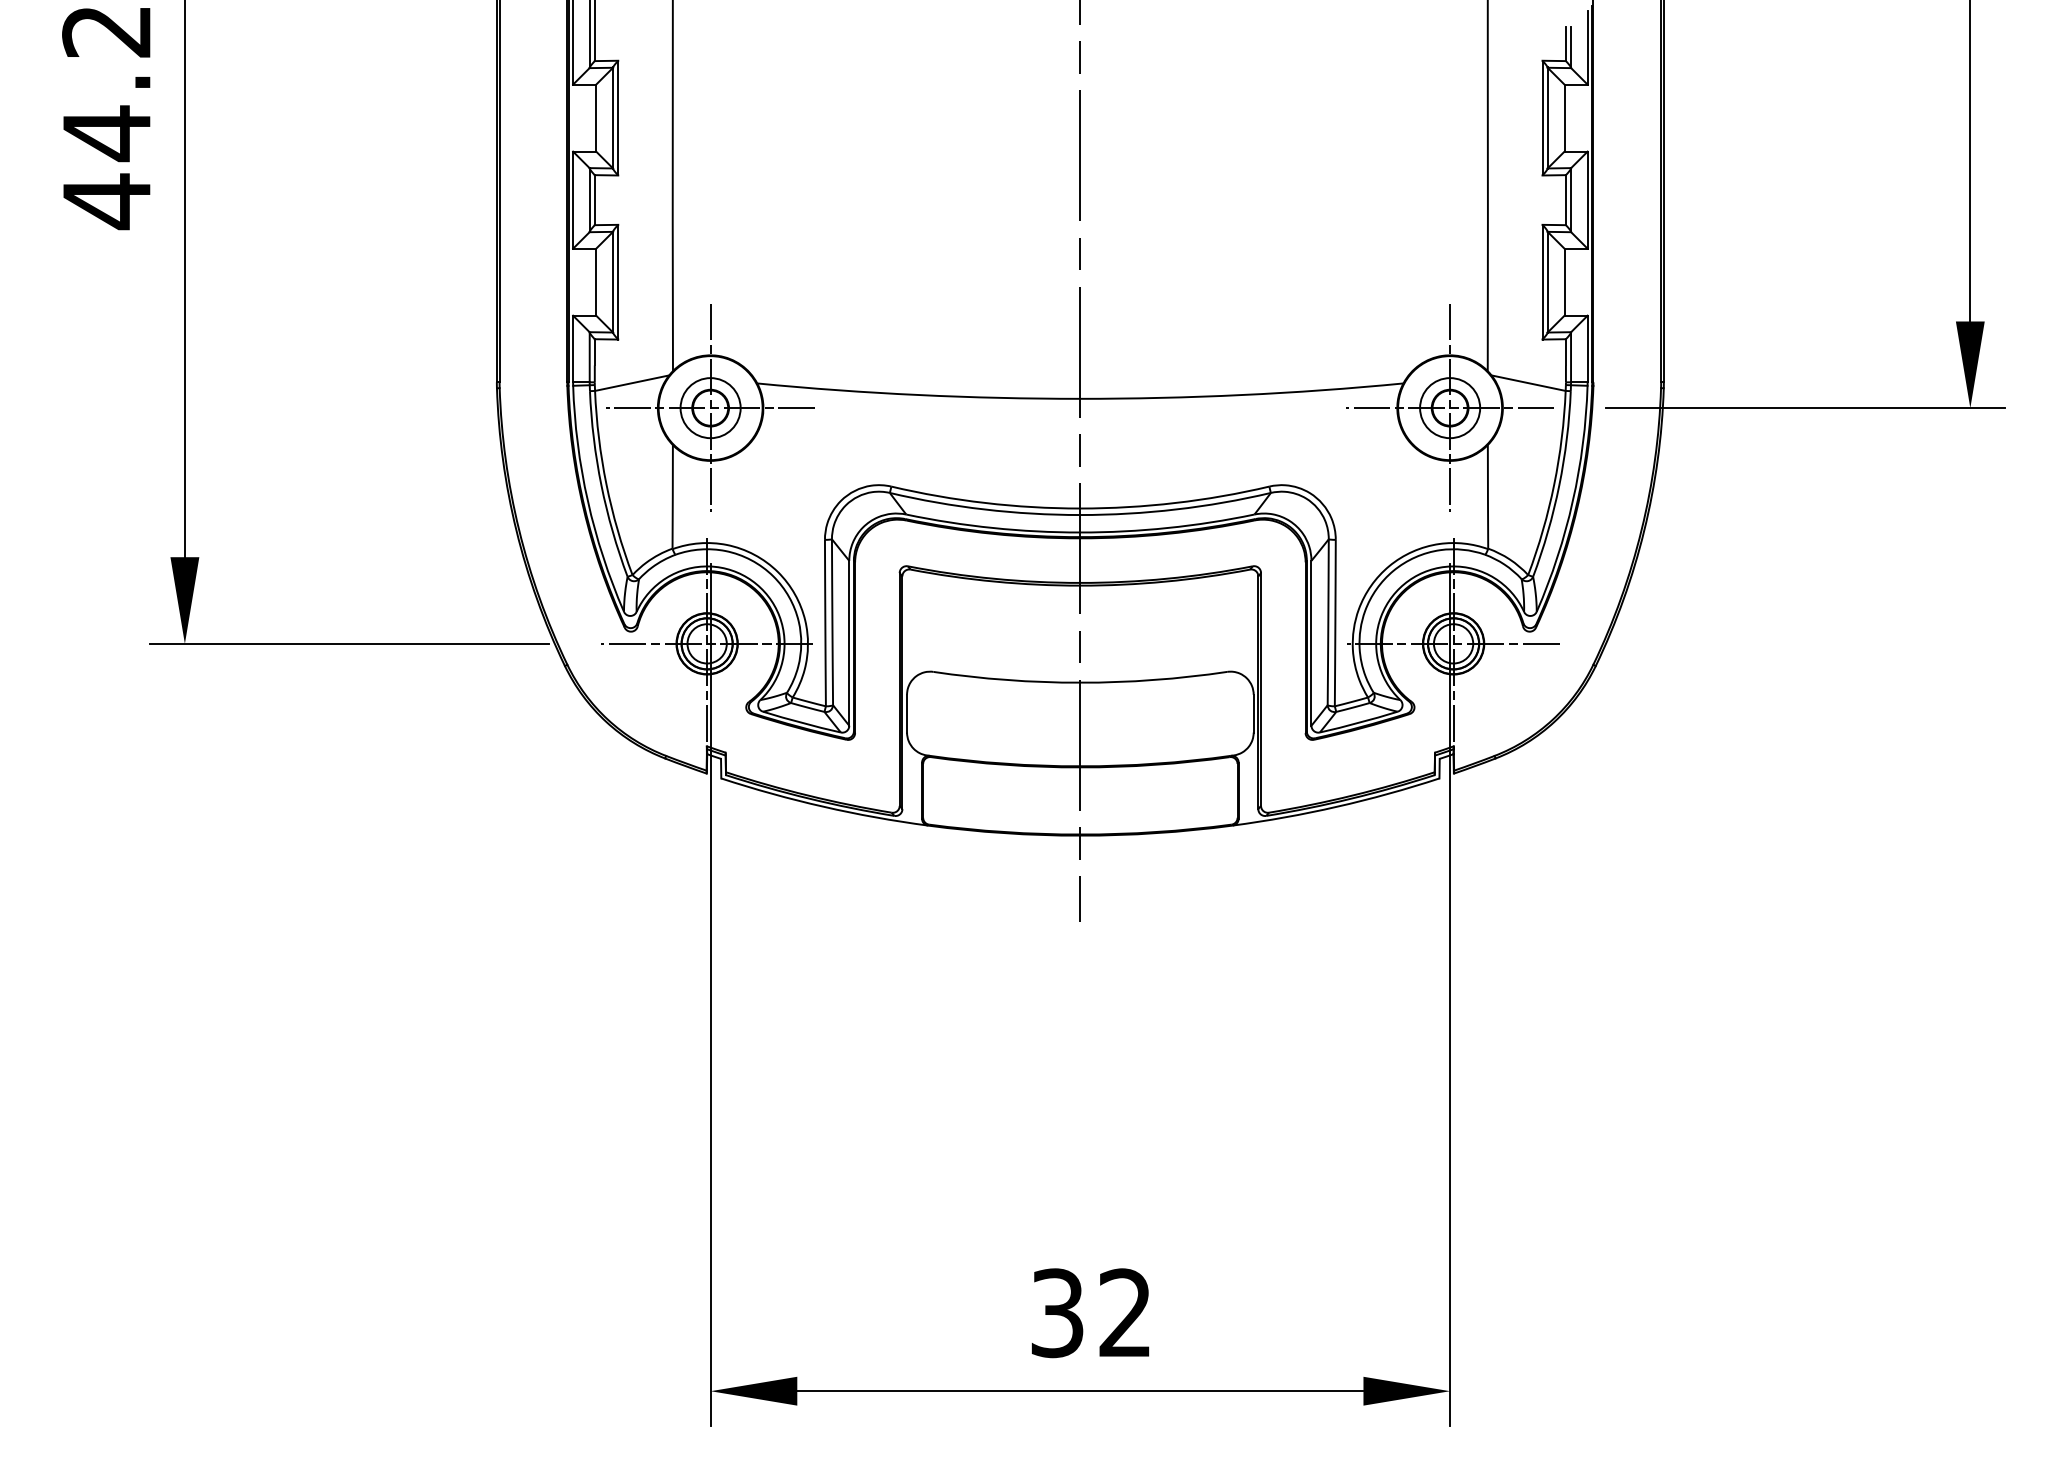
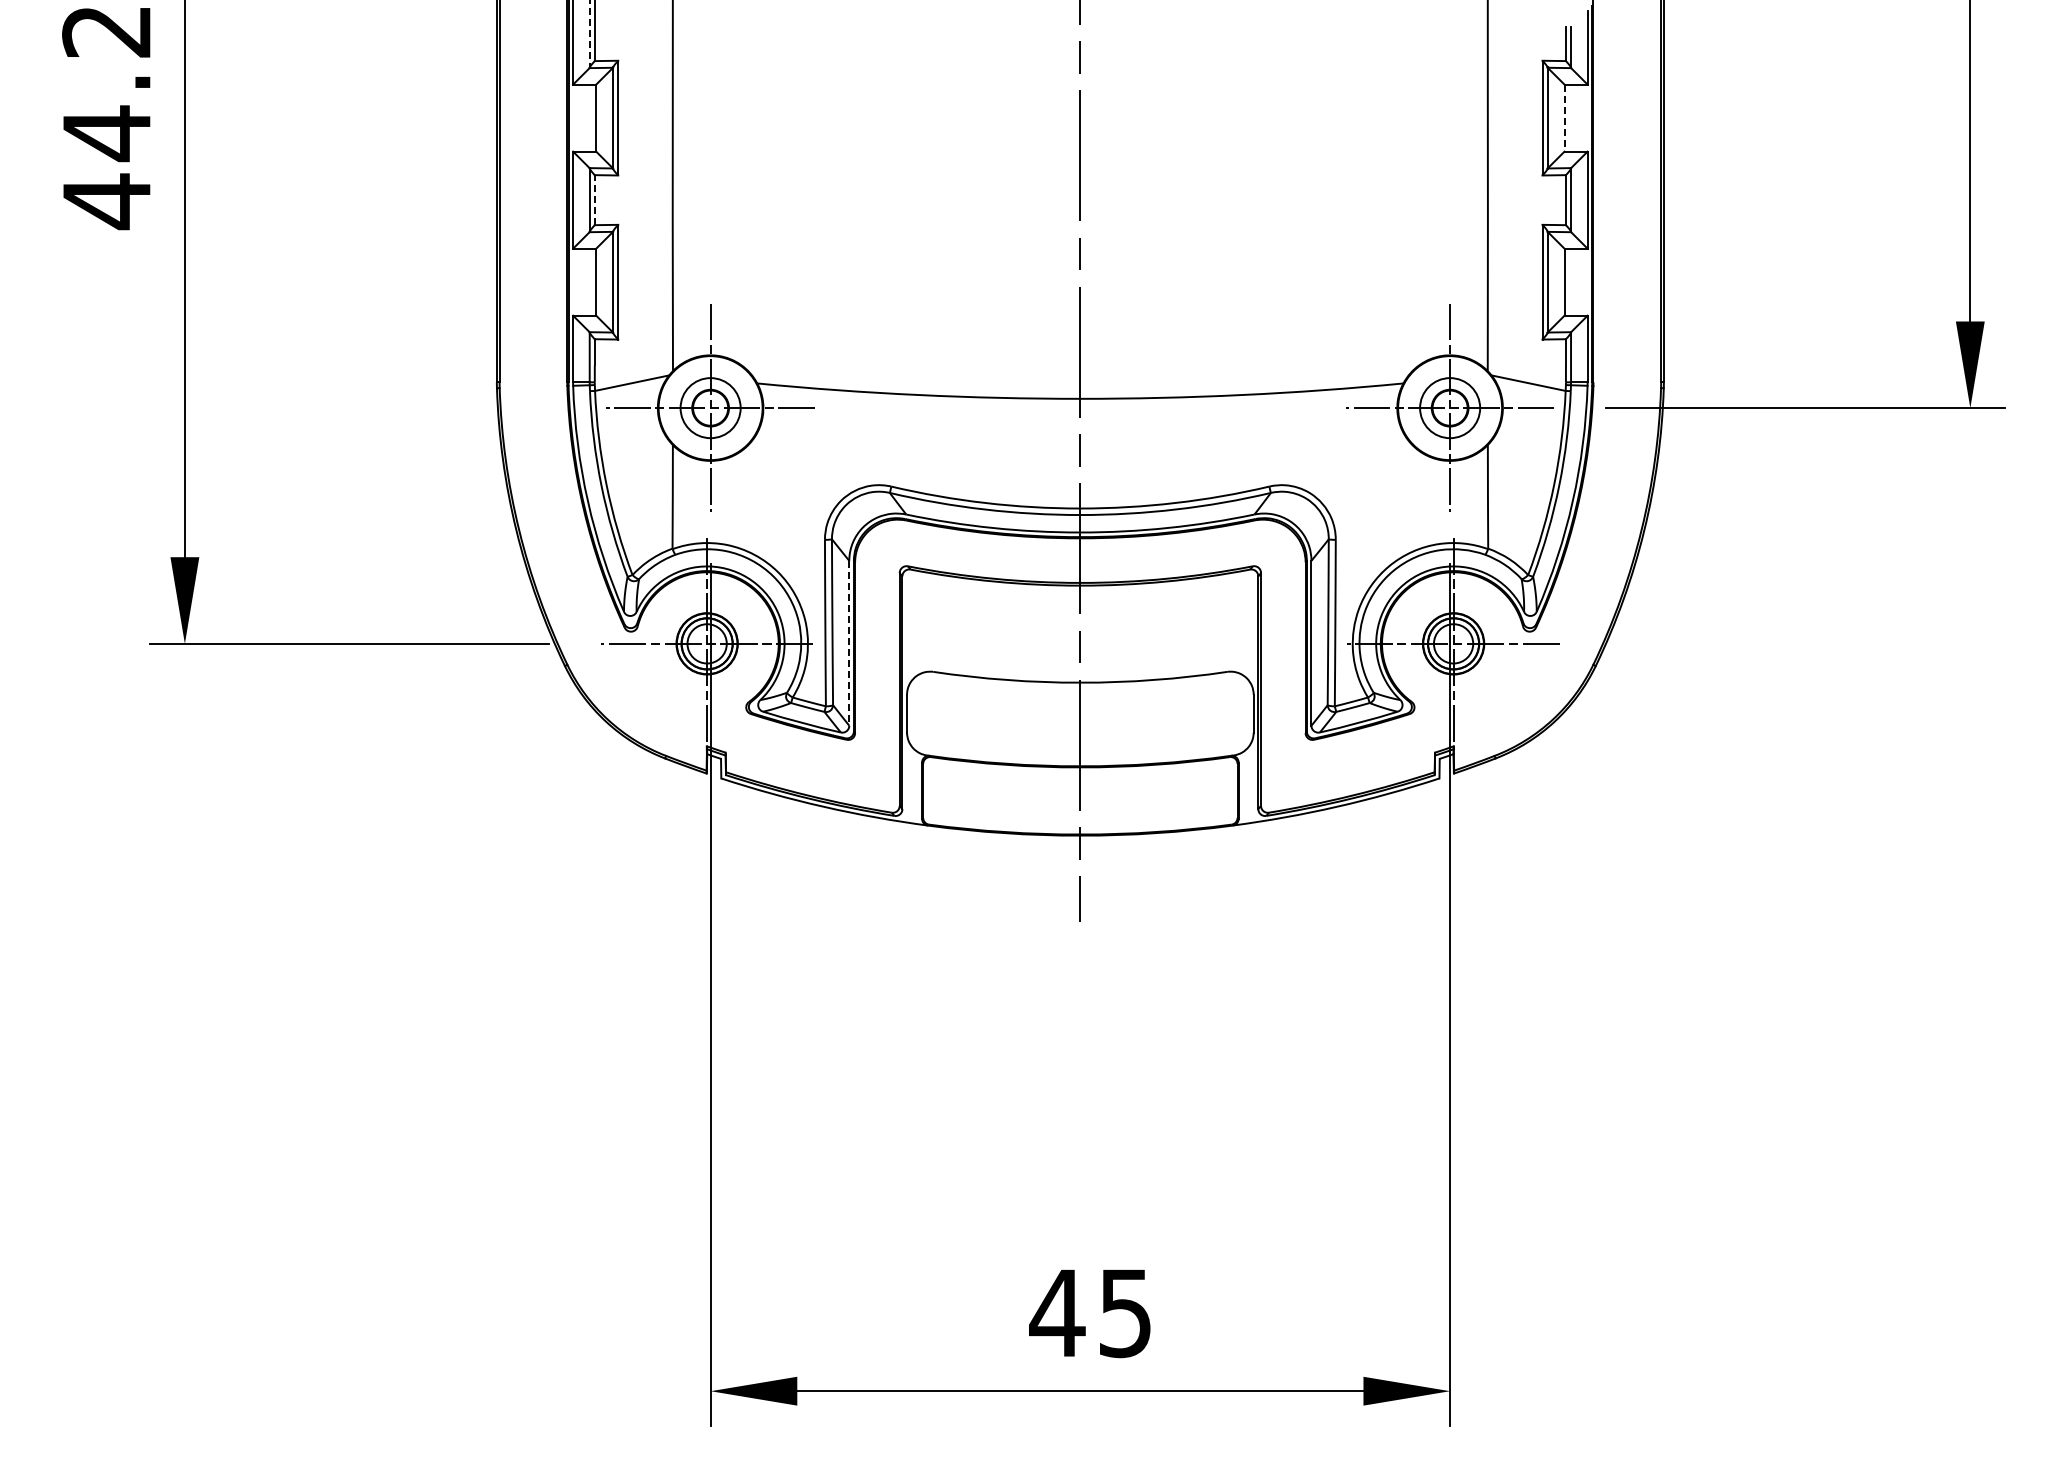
line at (589, 34): solid -> dashed
line at (1564, 118): solid -> dashed
line at (594, 199): solid -> dashed
line at (849, 643): solid -> dashed
text at (1089, 1313): 32 -> 45
